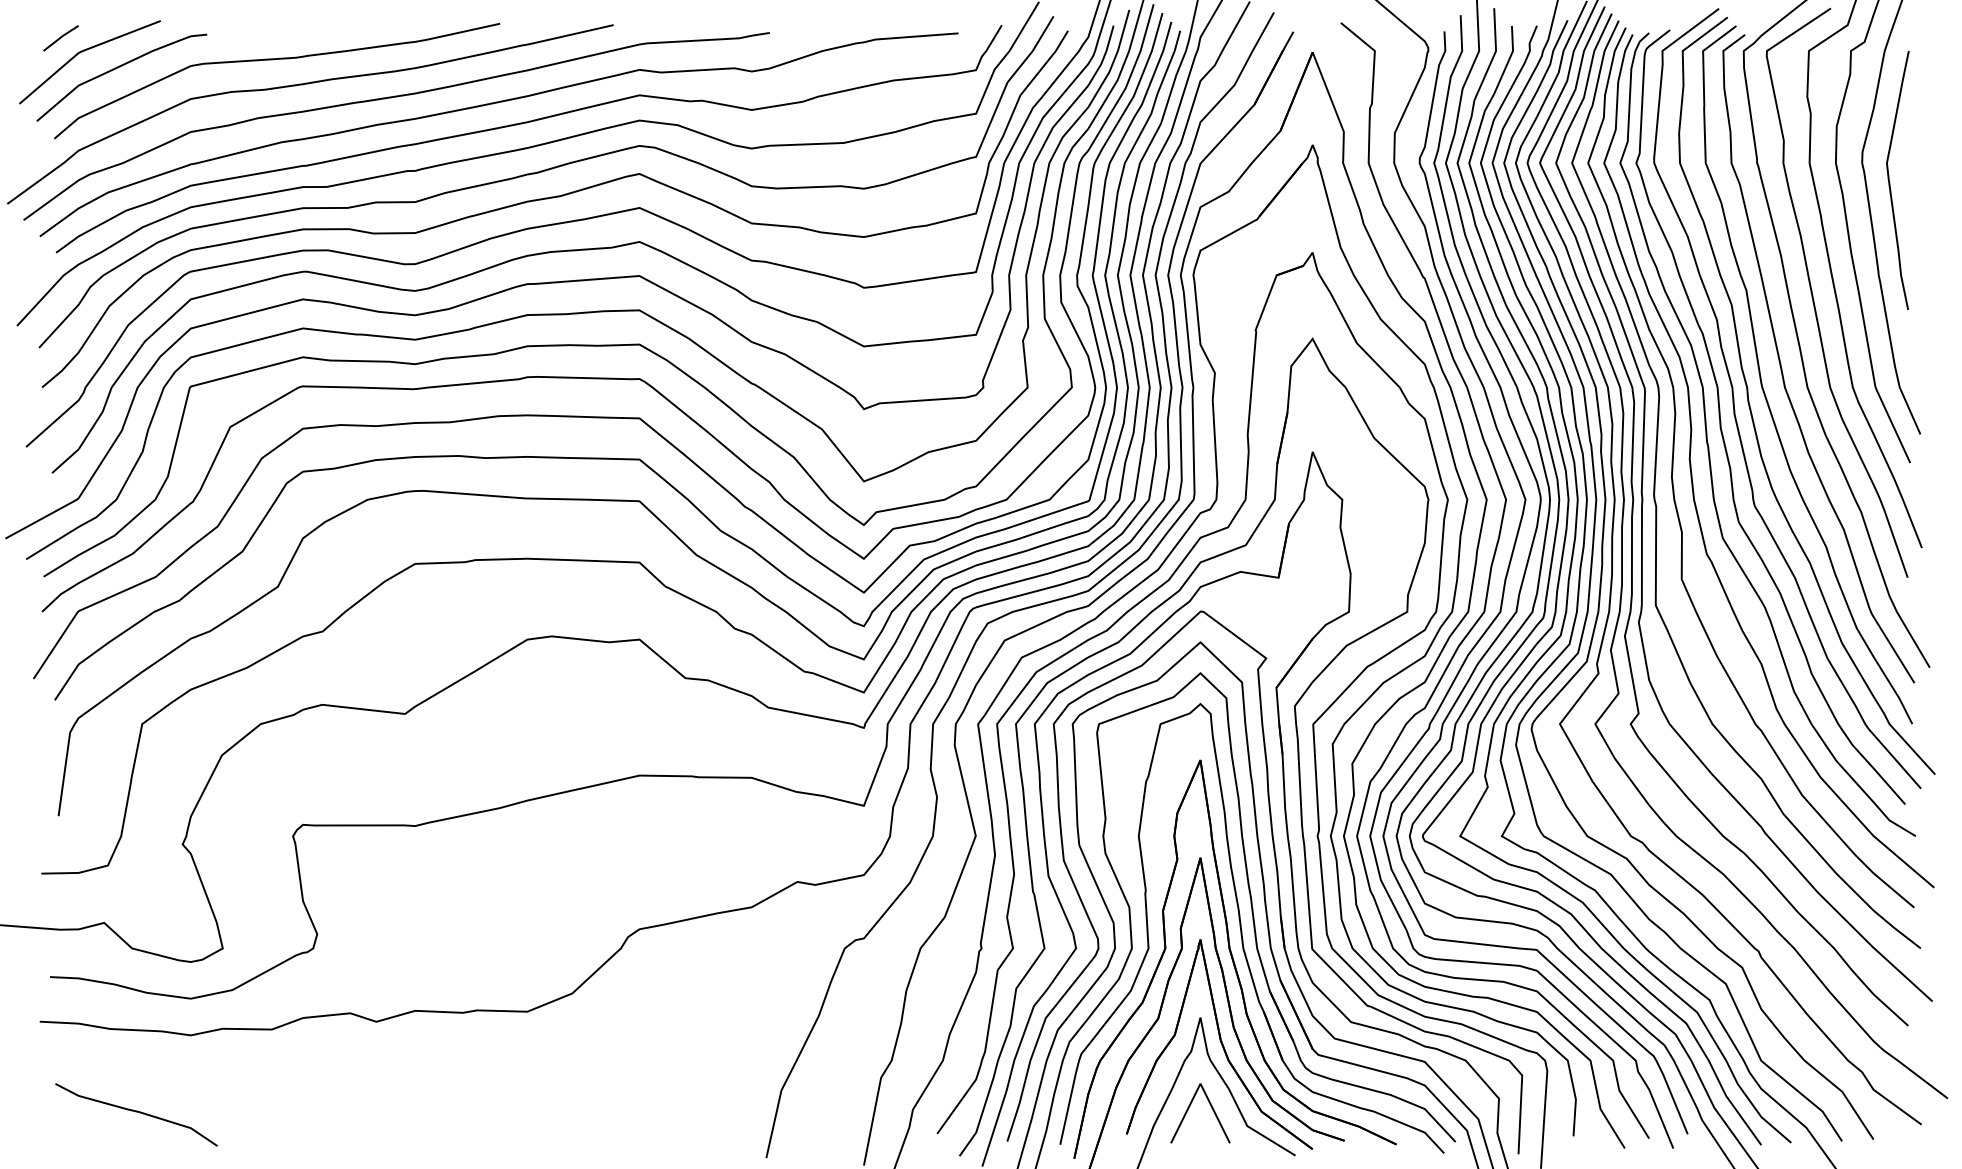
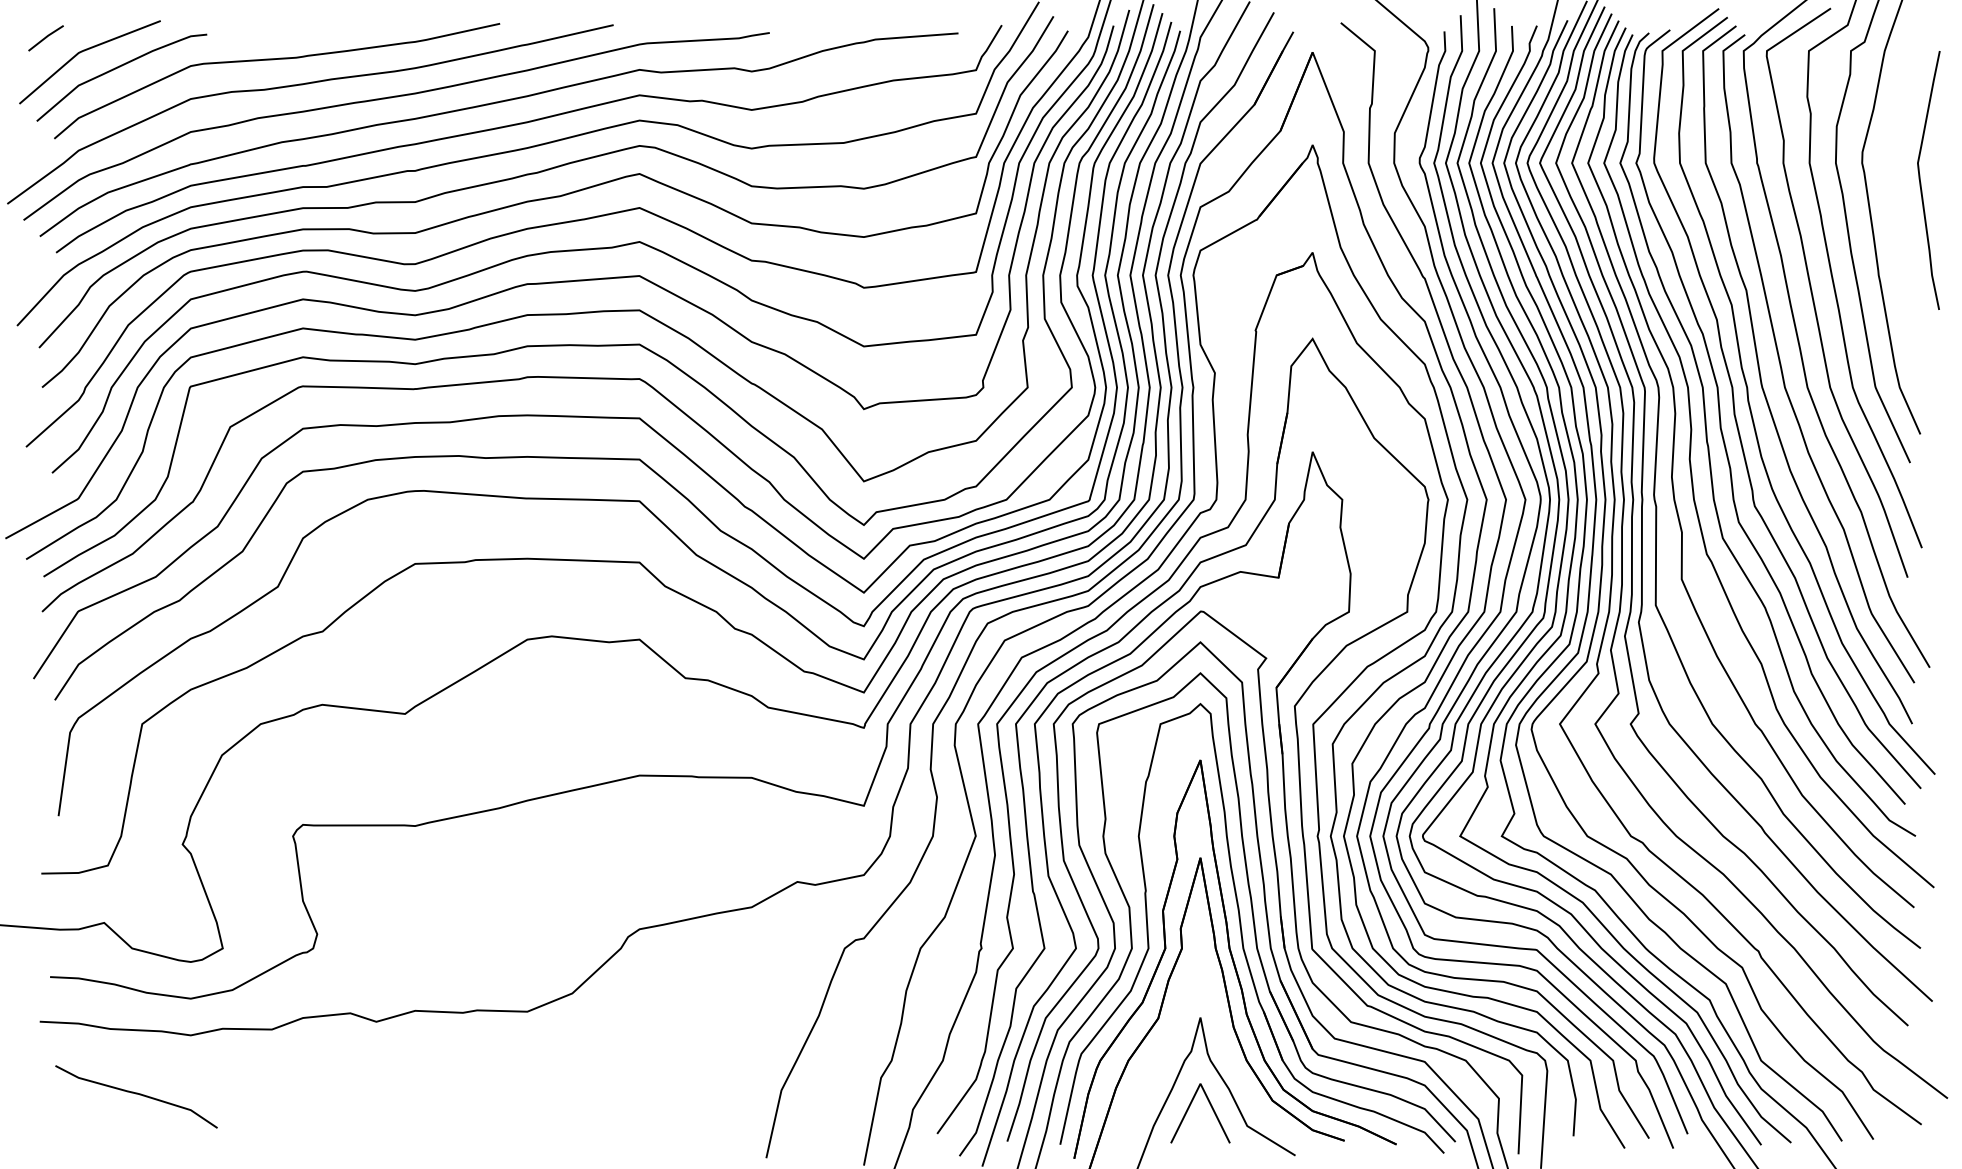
line at (60, 38) position: (60, 38) -> (45, 38)
curve at (1890, 182) position: (1890, 182) -> (1921, 182)
part at (1219, 1044): present -> none
curve at (136, 1112) position: (136, 1112) -> (136, 1094)
